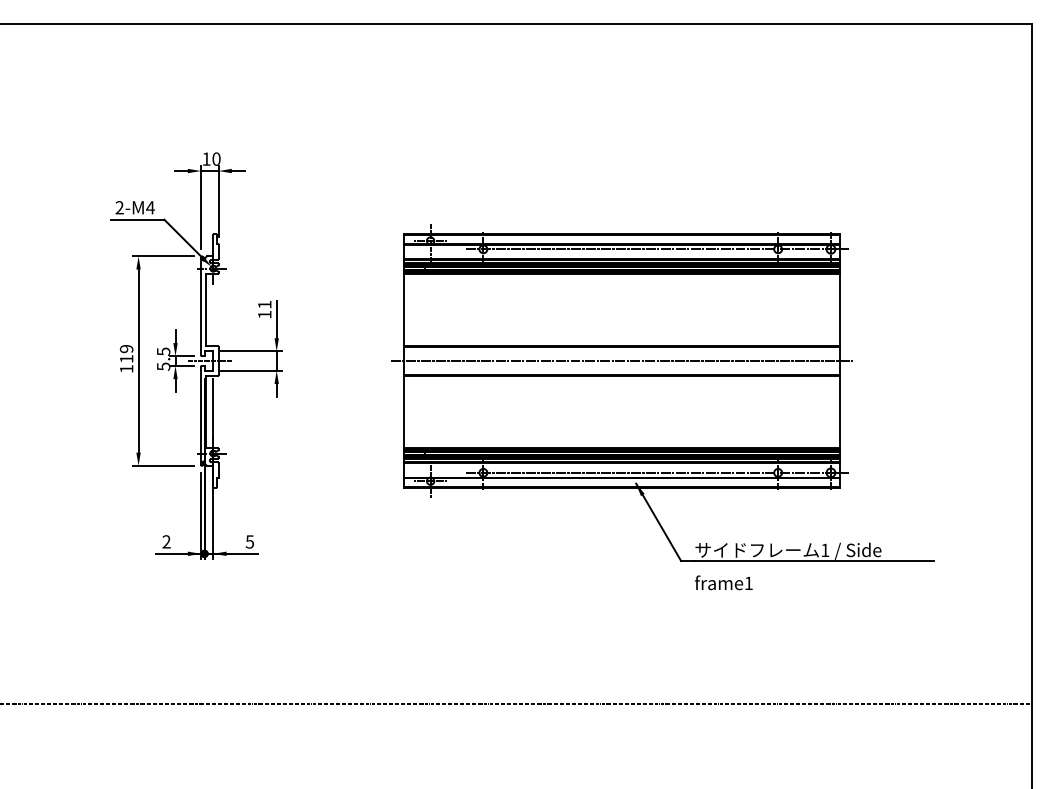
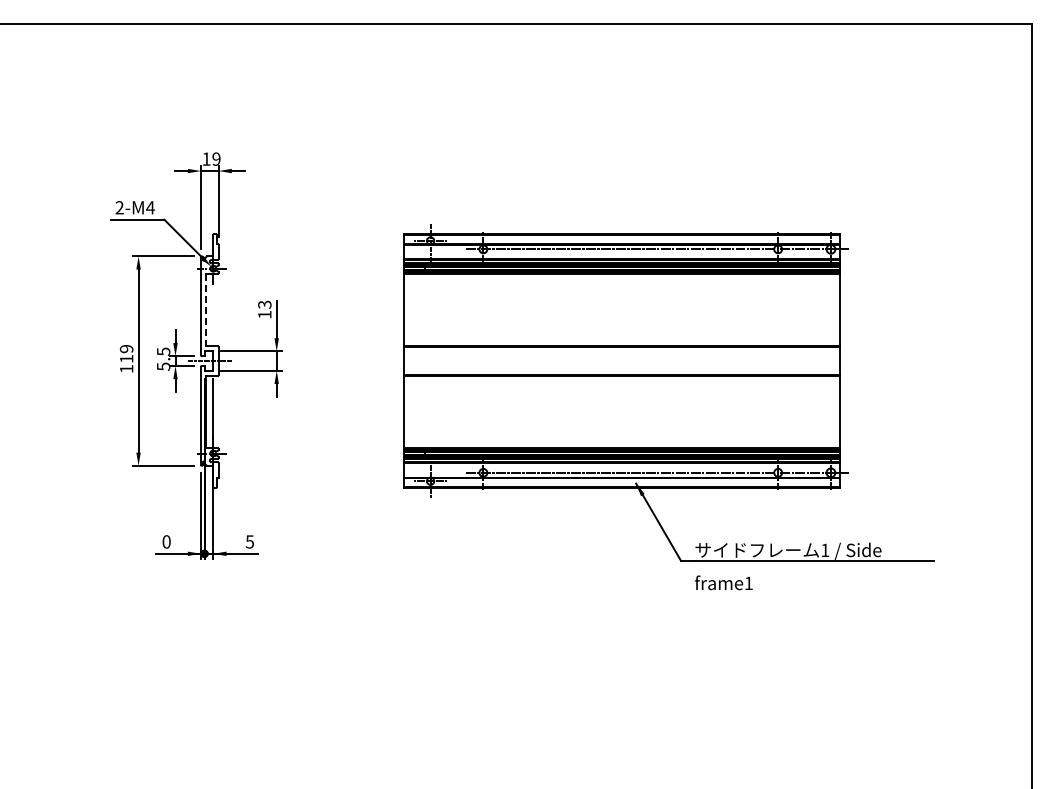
text at (216, 158): 10 -> 19
text at (264, 304): 11 -> 13
line at (206, 310): solid -> dashed
line at (621, 361): present -> none
text at (166, 541): 2 -> 0
line at (517, 704): present -> none
